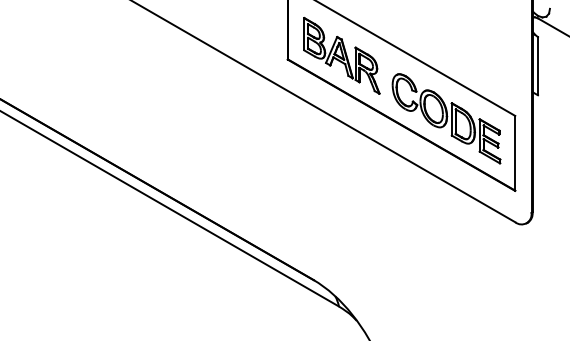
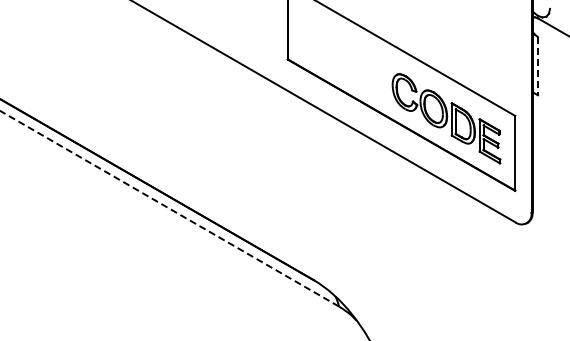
part at (341, 55): present -> none
line at (538, 66): solid -> dashed
line at (169, 208): solid -> dashed
